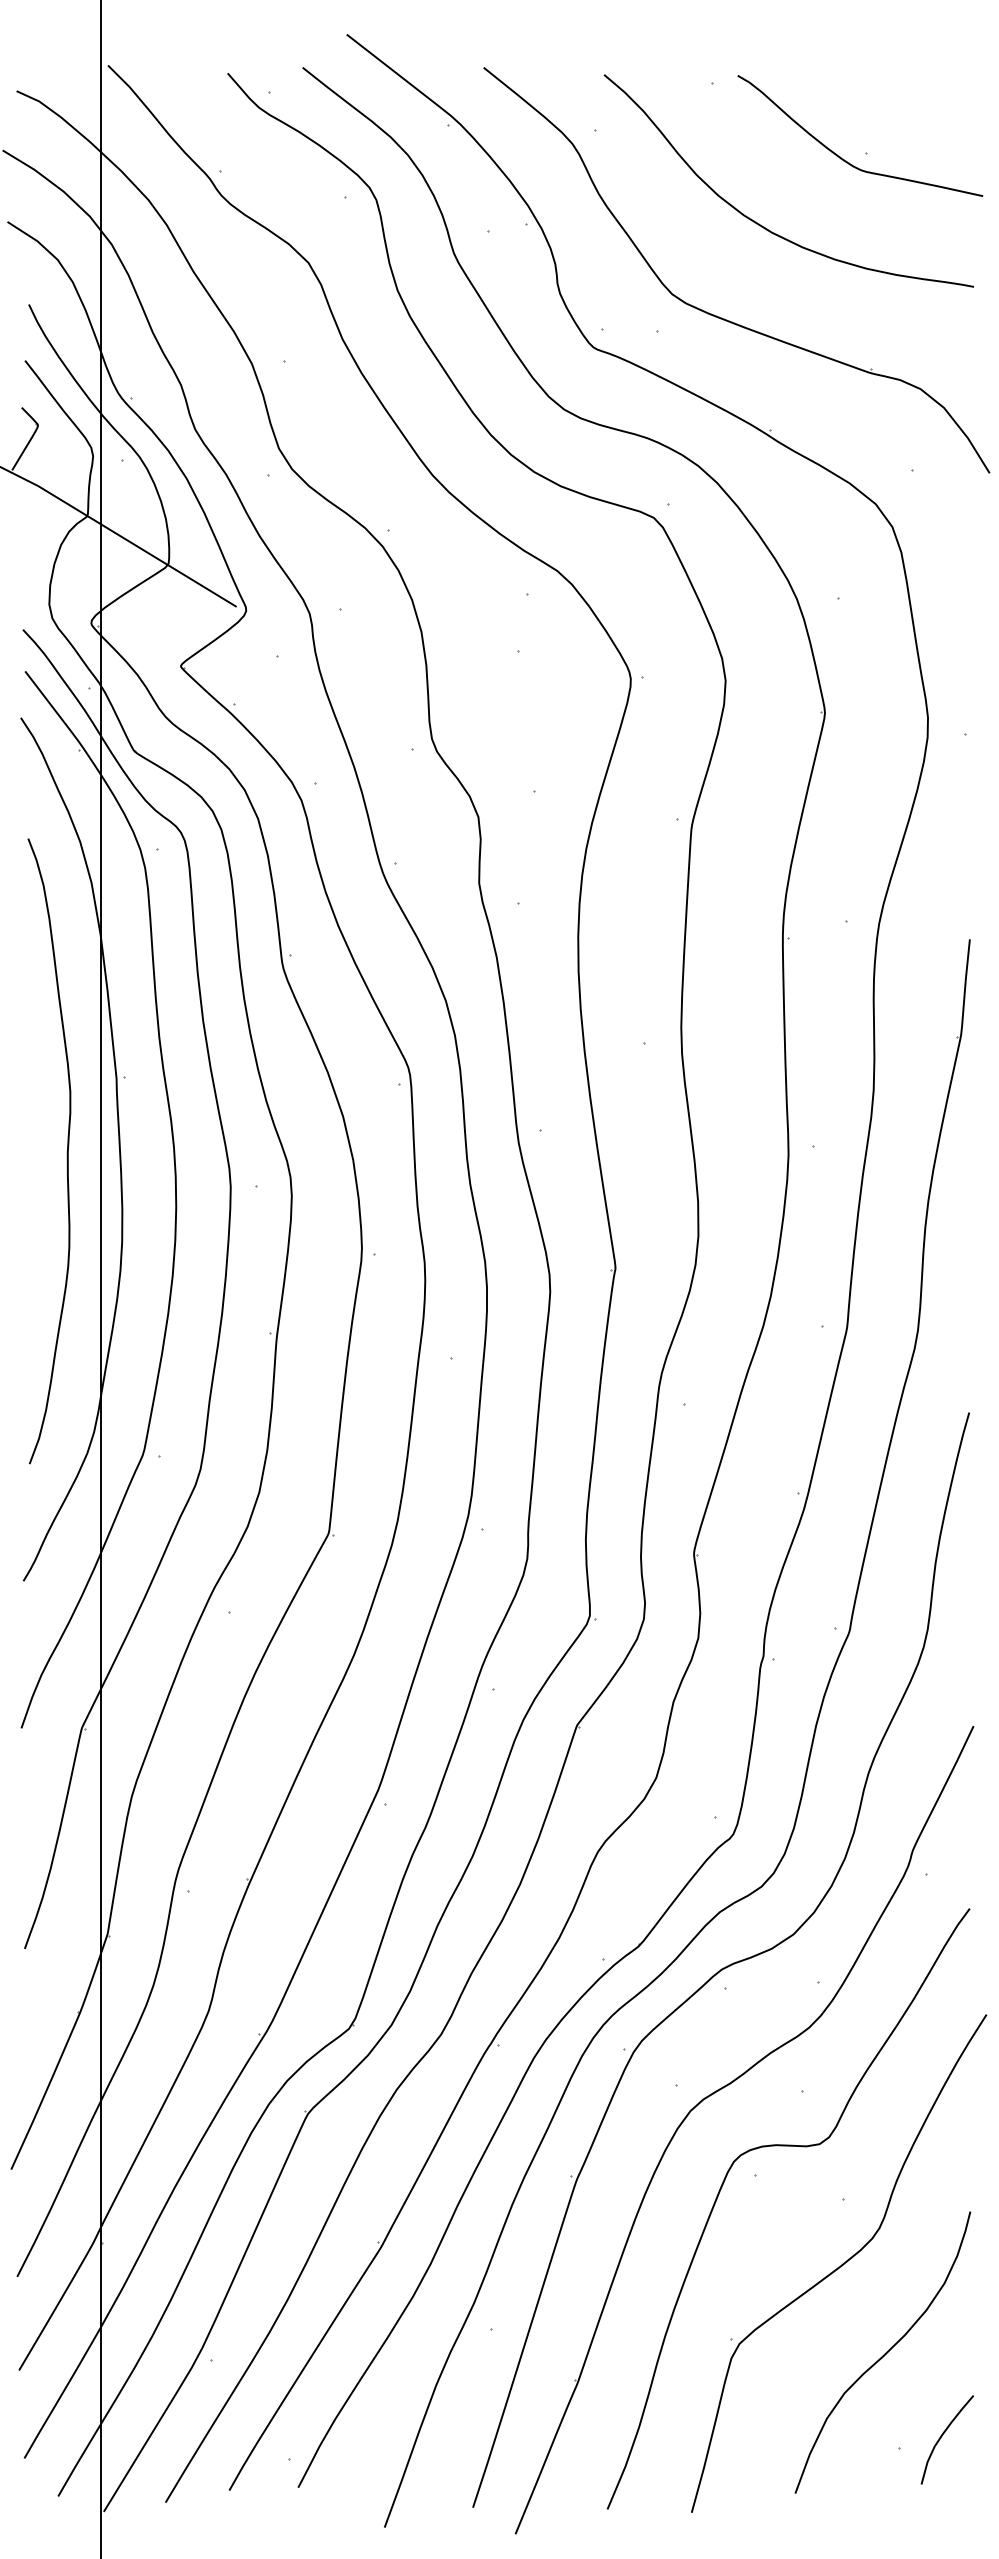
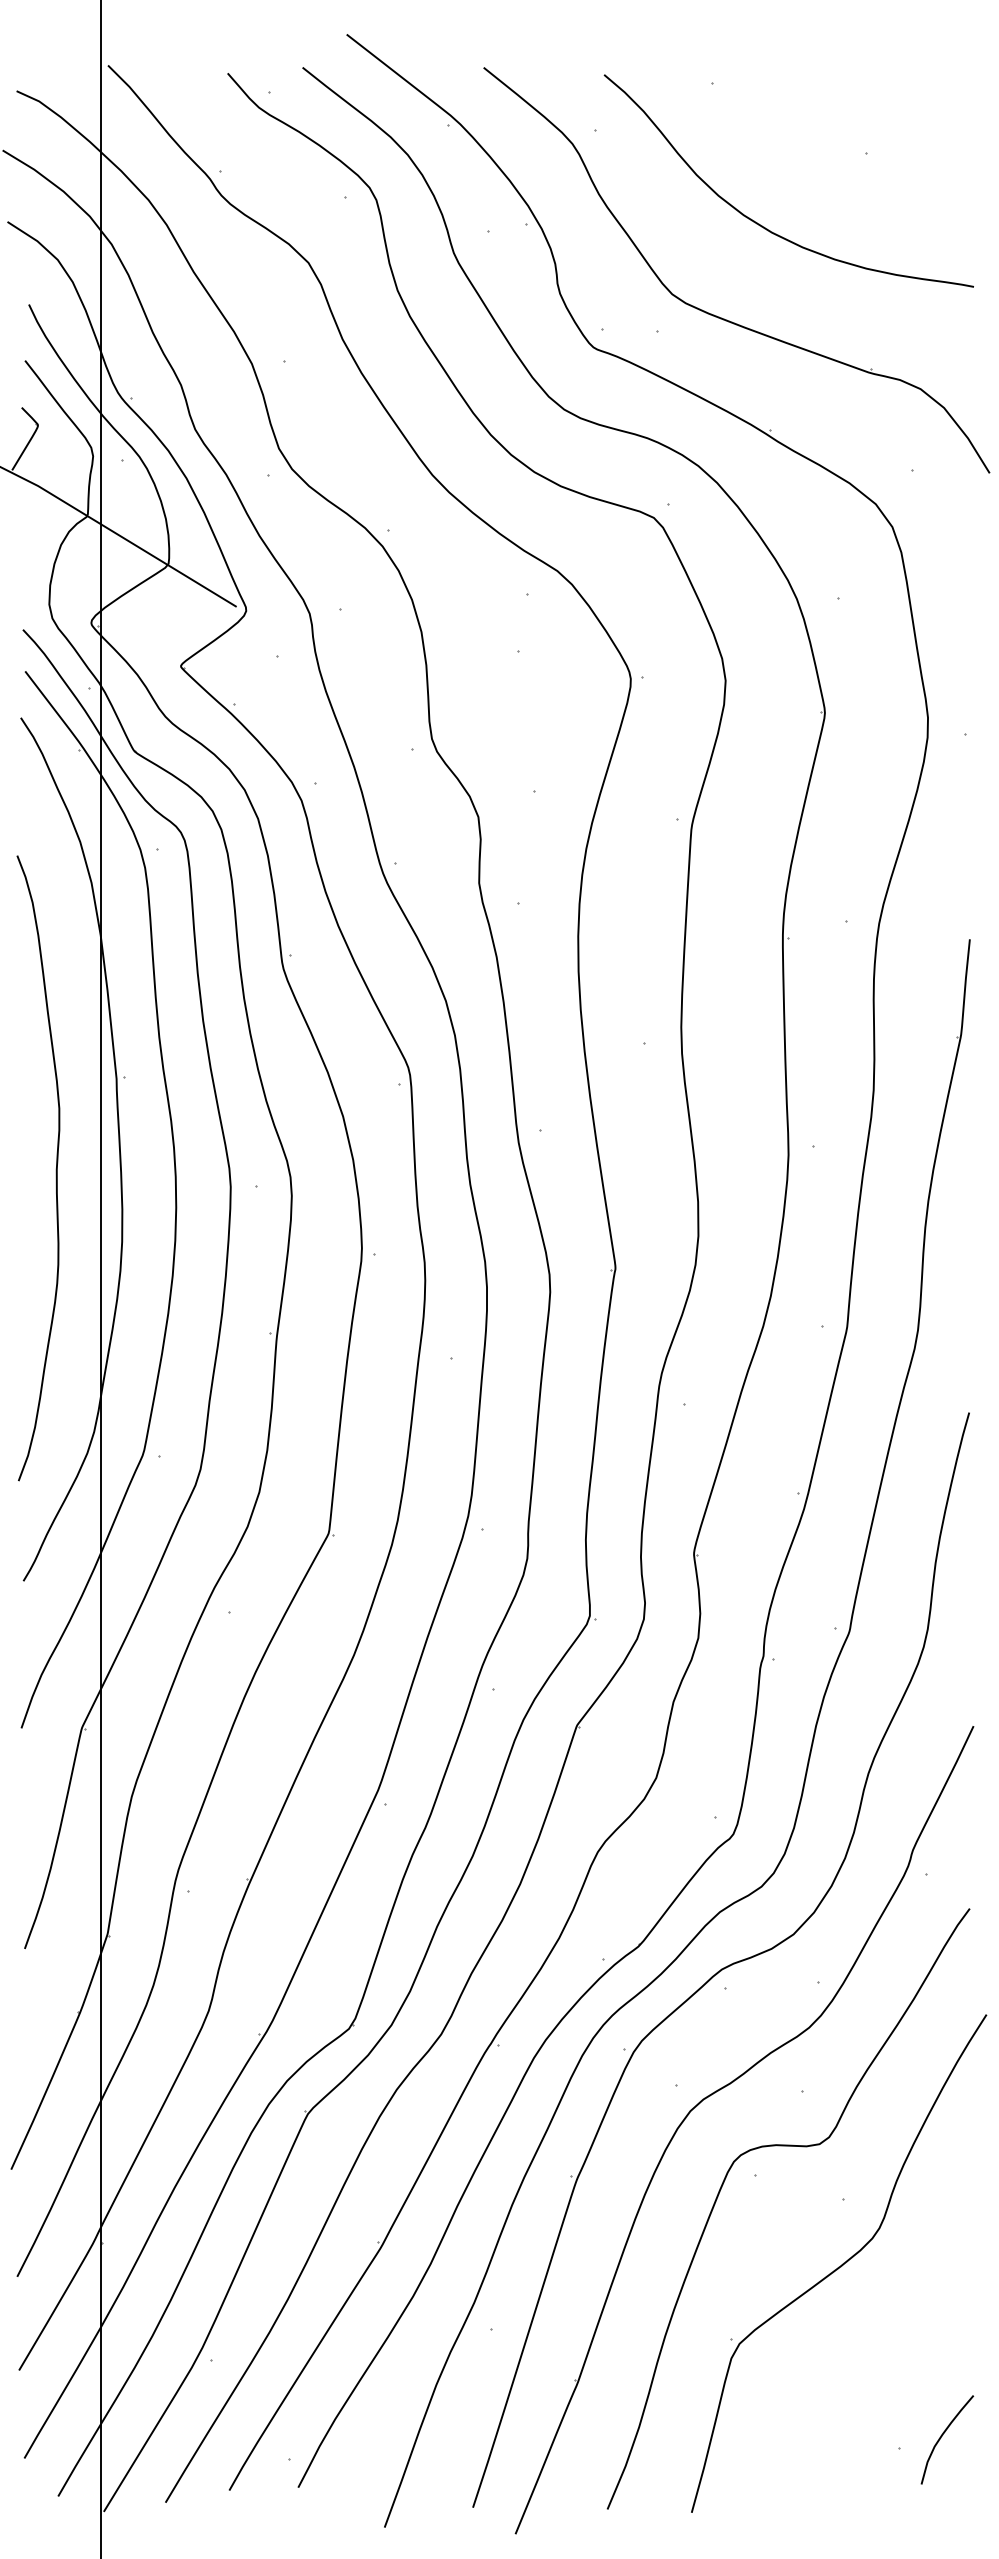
curve at (846, 160): present -> none
curve at (66, 1152) position: (66, 1152) -> (55, 1169)
curve at (884, 2353): present -> none
